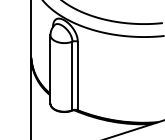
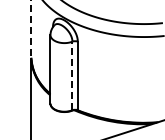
line at (31, 29): solid -> dashed
line at (72, 75): solid -> dashed
